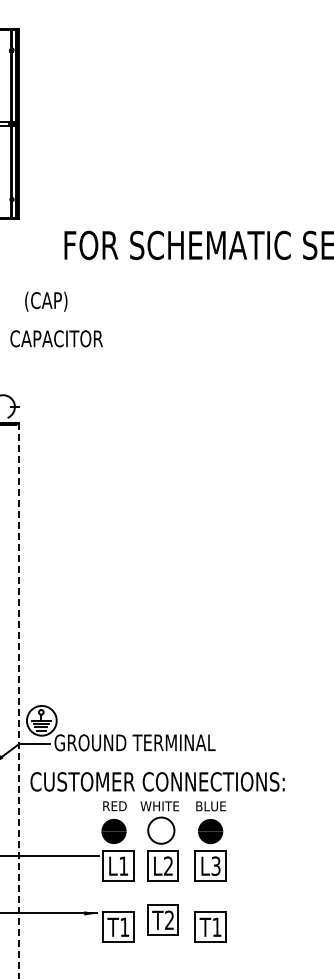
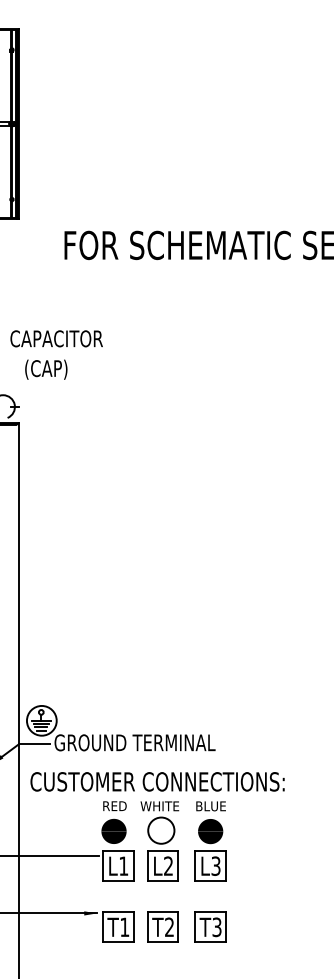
text at (46, 301) position: (46, 301) -> (46, 369)
line at (18, 700): dashed -> solid
part at (162, 919) position: (162, 919) -> (162, 926)
text at (216, 927): T1 -> T3
